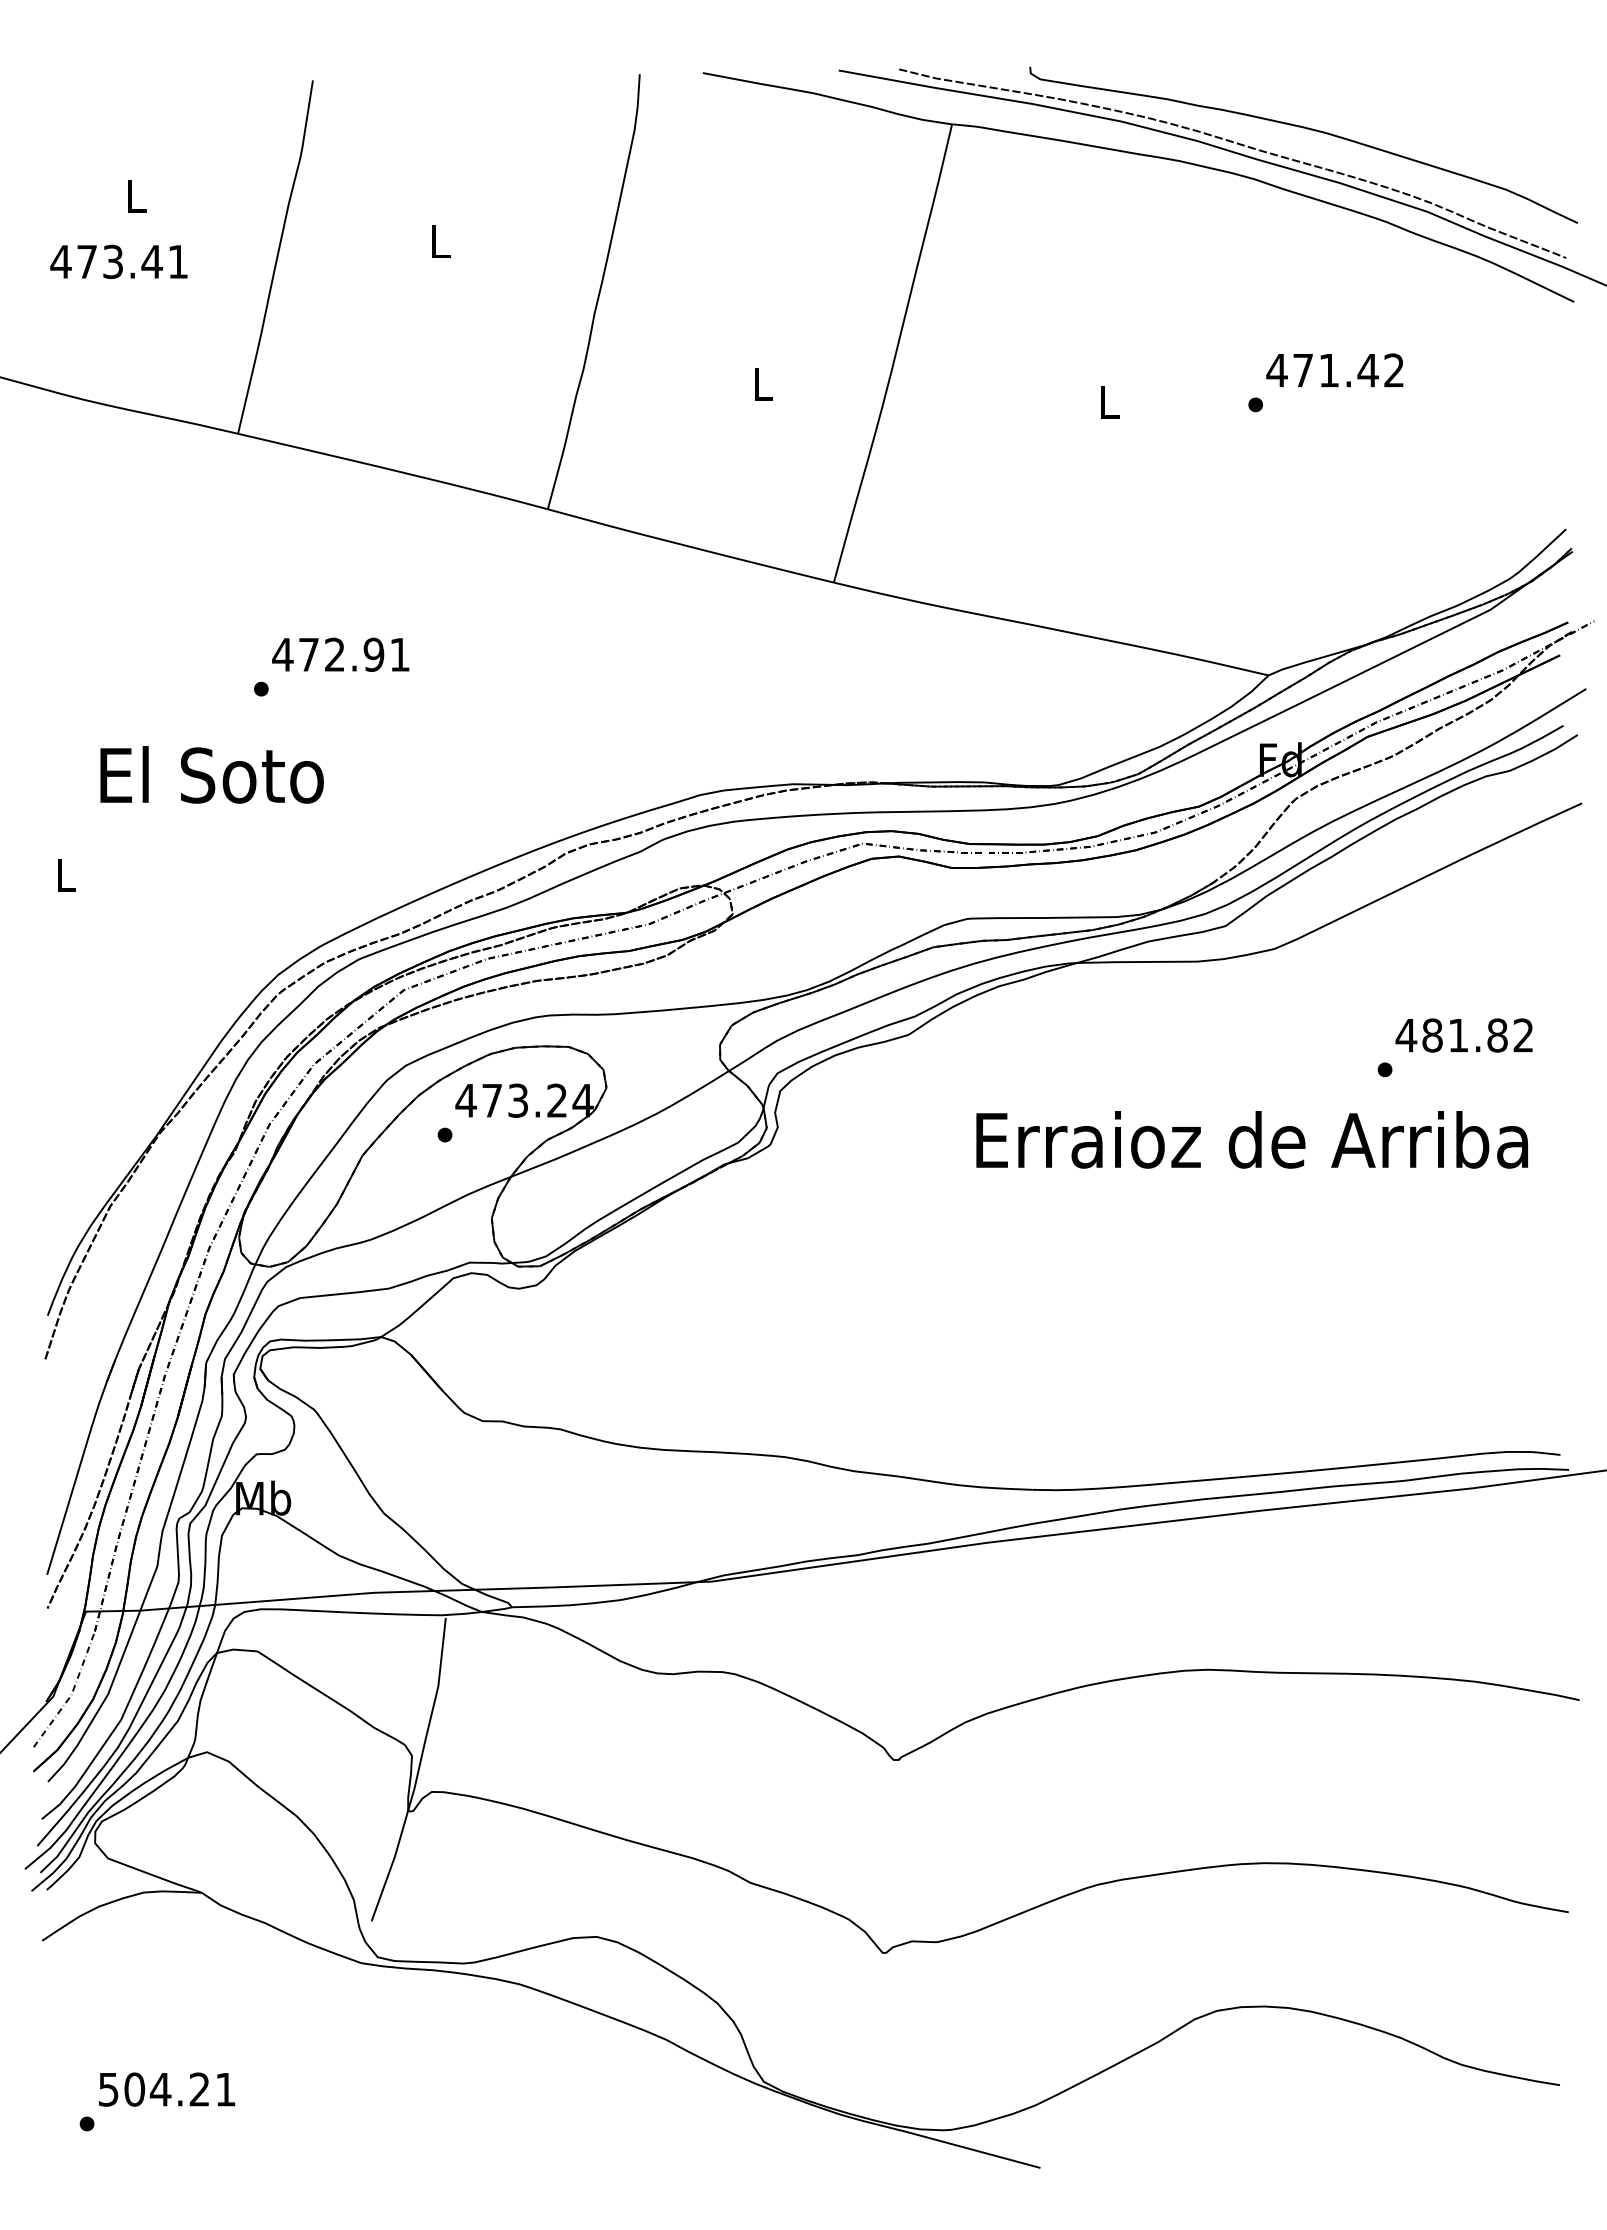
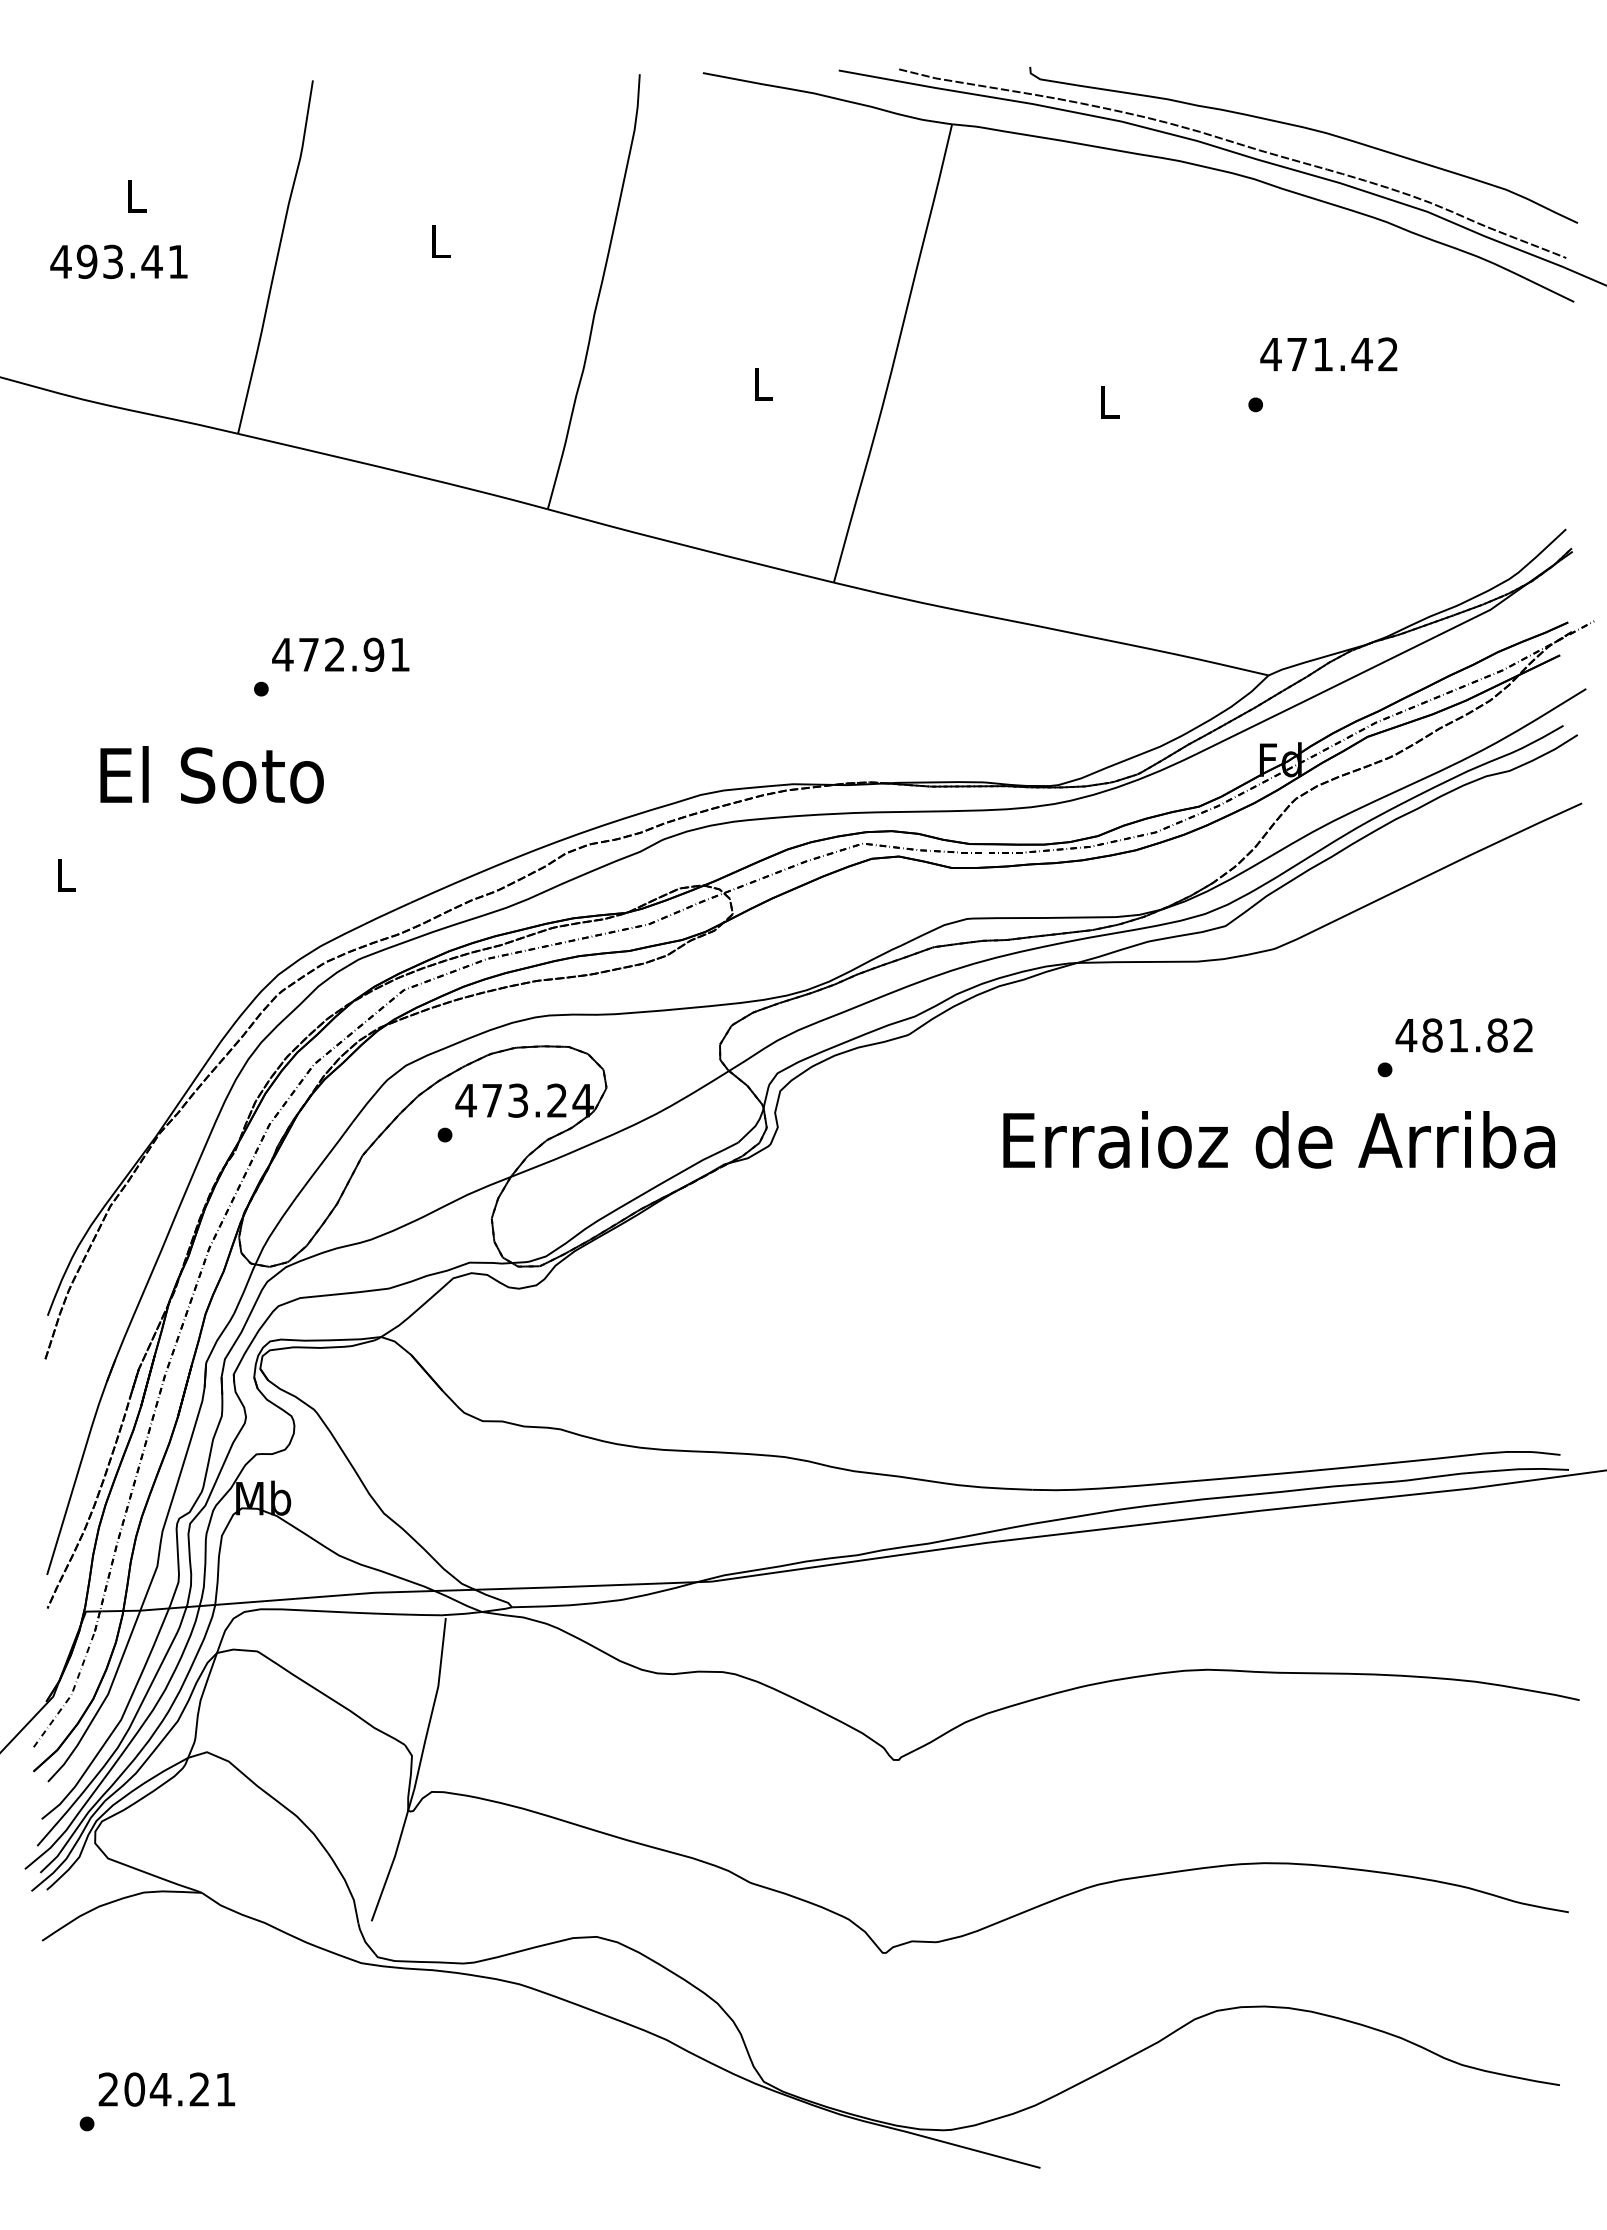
text at (86, 261): 473.41 -> 493.41
text at (1334, 370) position: (1334, 370) -> (1328, 354)
text at (1251, 1139) position: (1251, 1139) -> (1278, 1139)
text at (108, 2089): 504.21 -> 204.21
